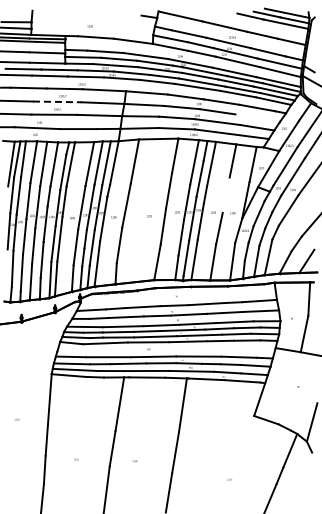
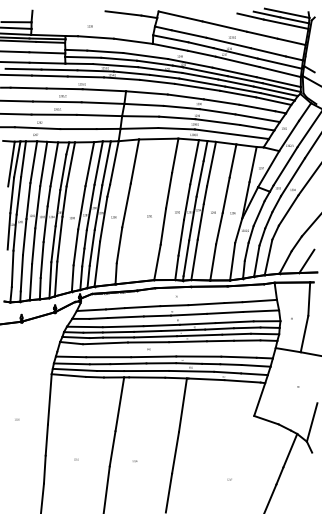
line at (123, 13): none -> present
line at (57, 101): dashed -> solid
line at (257, 118): none -> present
line at (225, 194): none -> present
